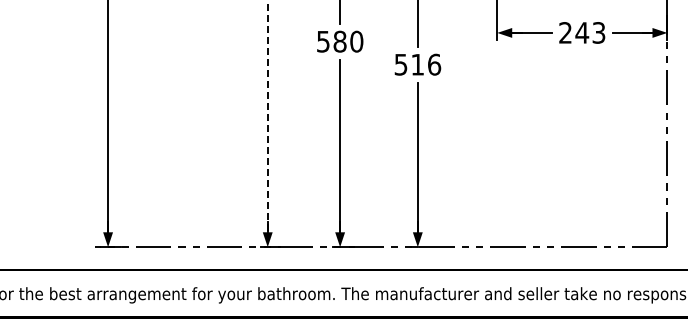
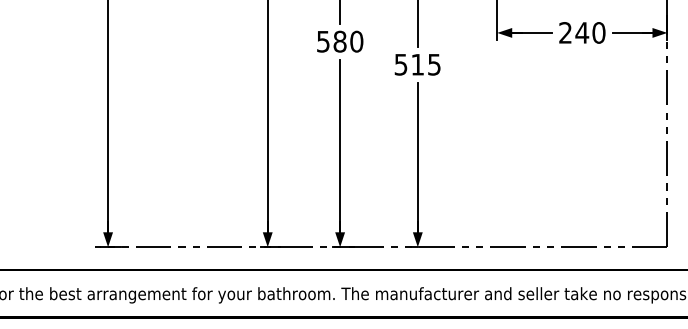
text at (598, 32): 243 -> 240
text at (434, 64): 516 -> 515
line at (267, 121): dashed -> solid
